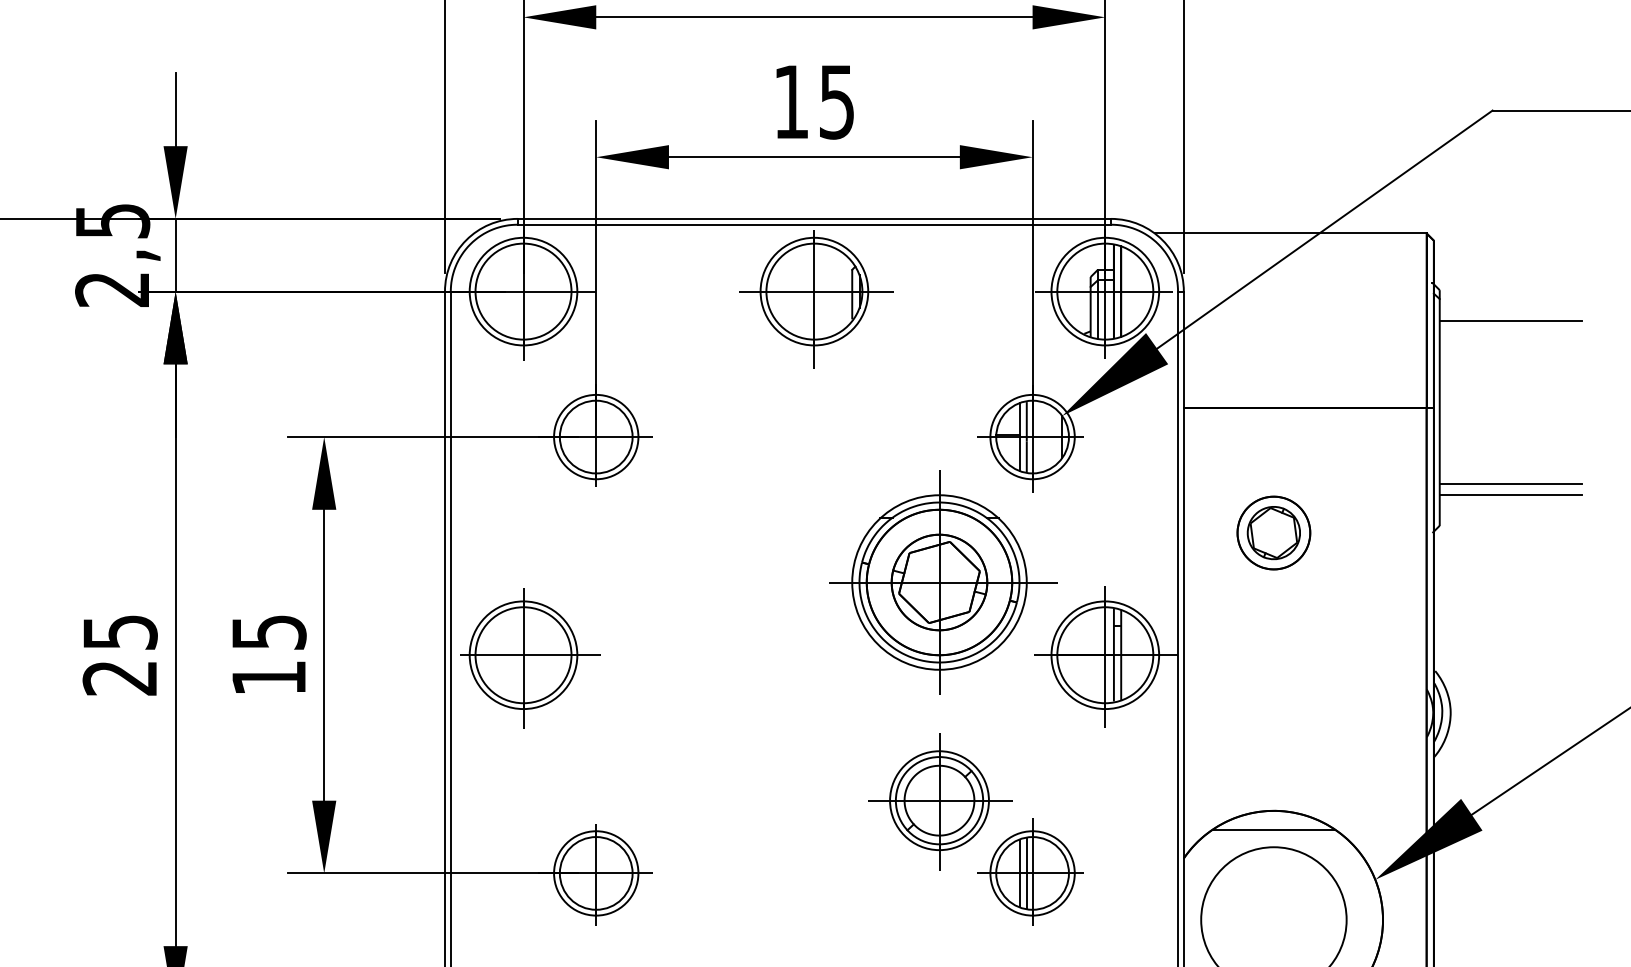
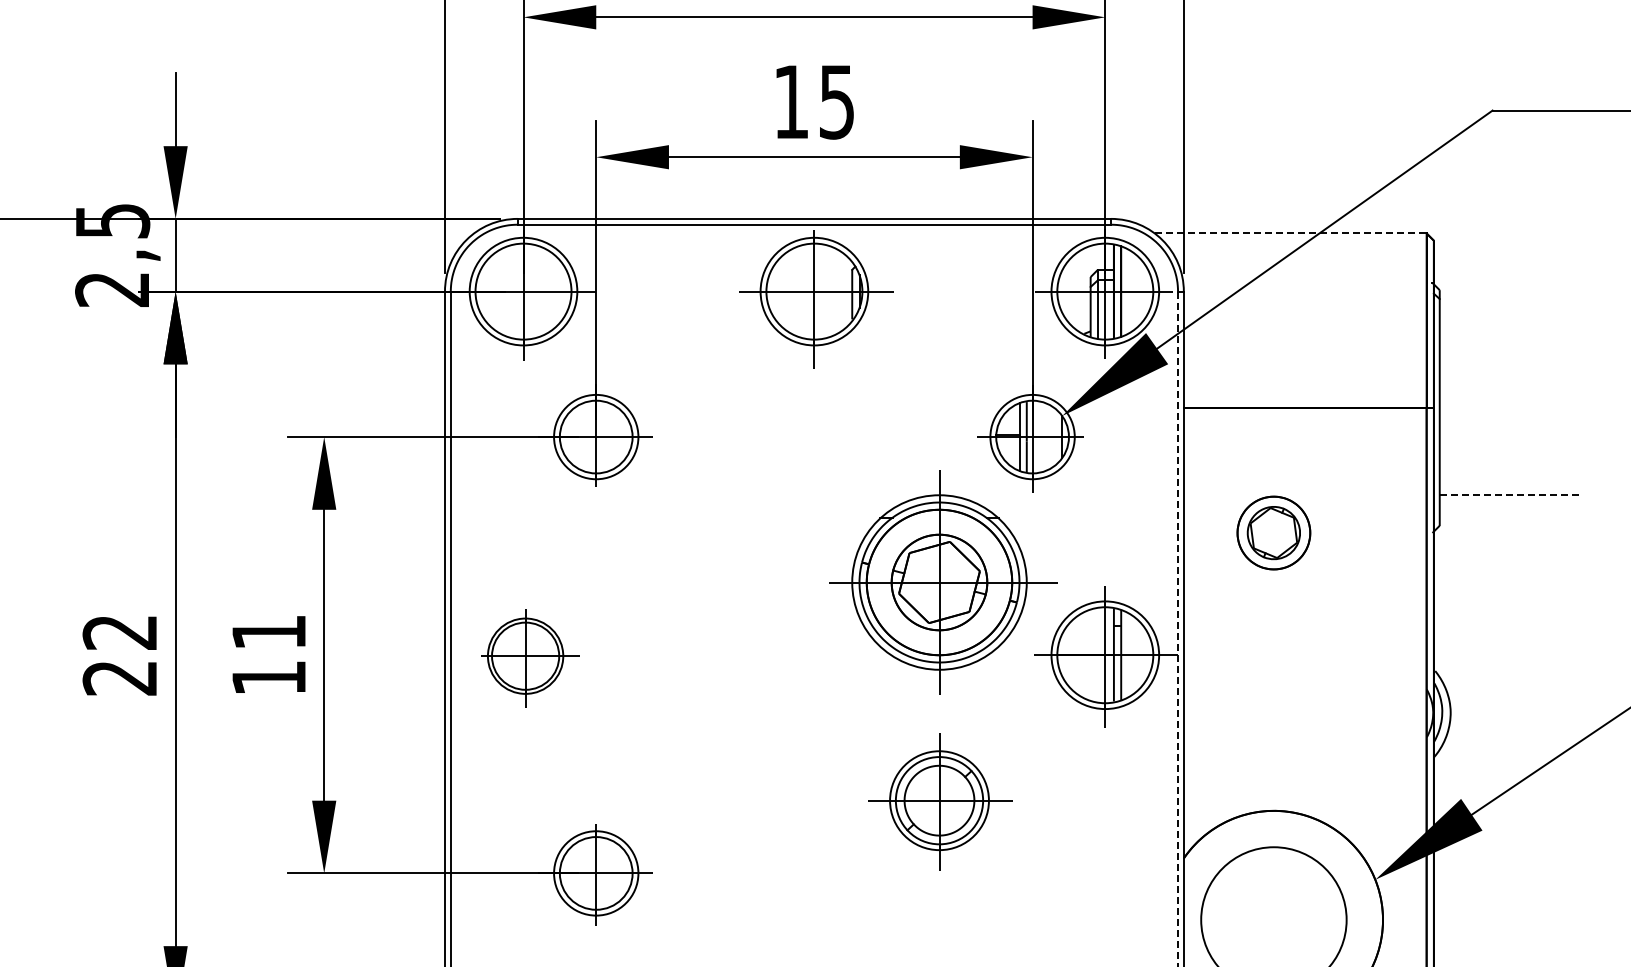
line at (1290, 233): solid -> dashed
line at (1510, 320): present -> none
line at (1510, 483): present -> none
line at (1511, 495): solid -> dashed
line at (1178, 629): solid -> dashed
text at (119, 632): 25 -> 22
text at (269, 632): 15 -> 11
part at (530, 658) size: 141x141 px -> 99x99 px
line at (1273, 829): present -> none
part at (1030, 871): present -> none
